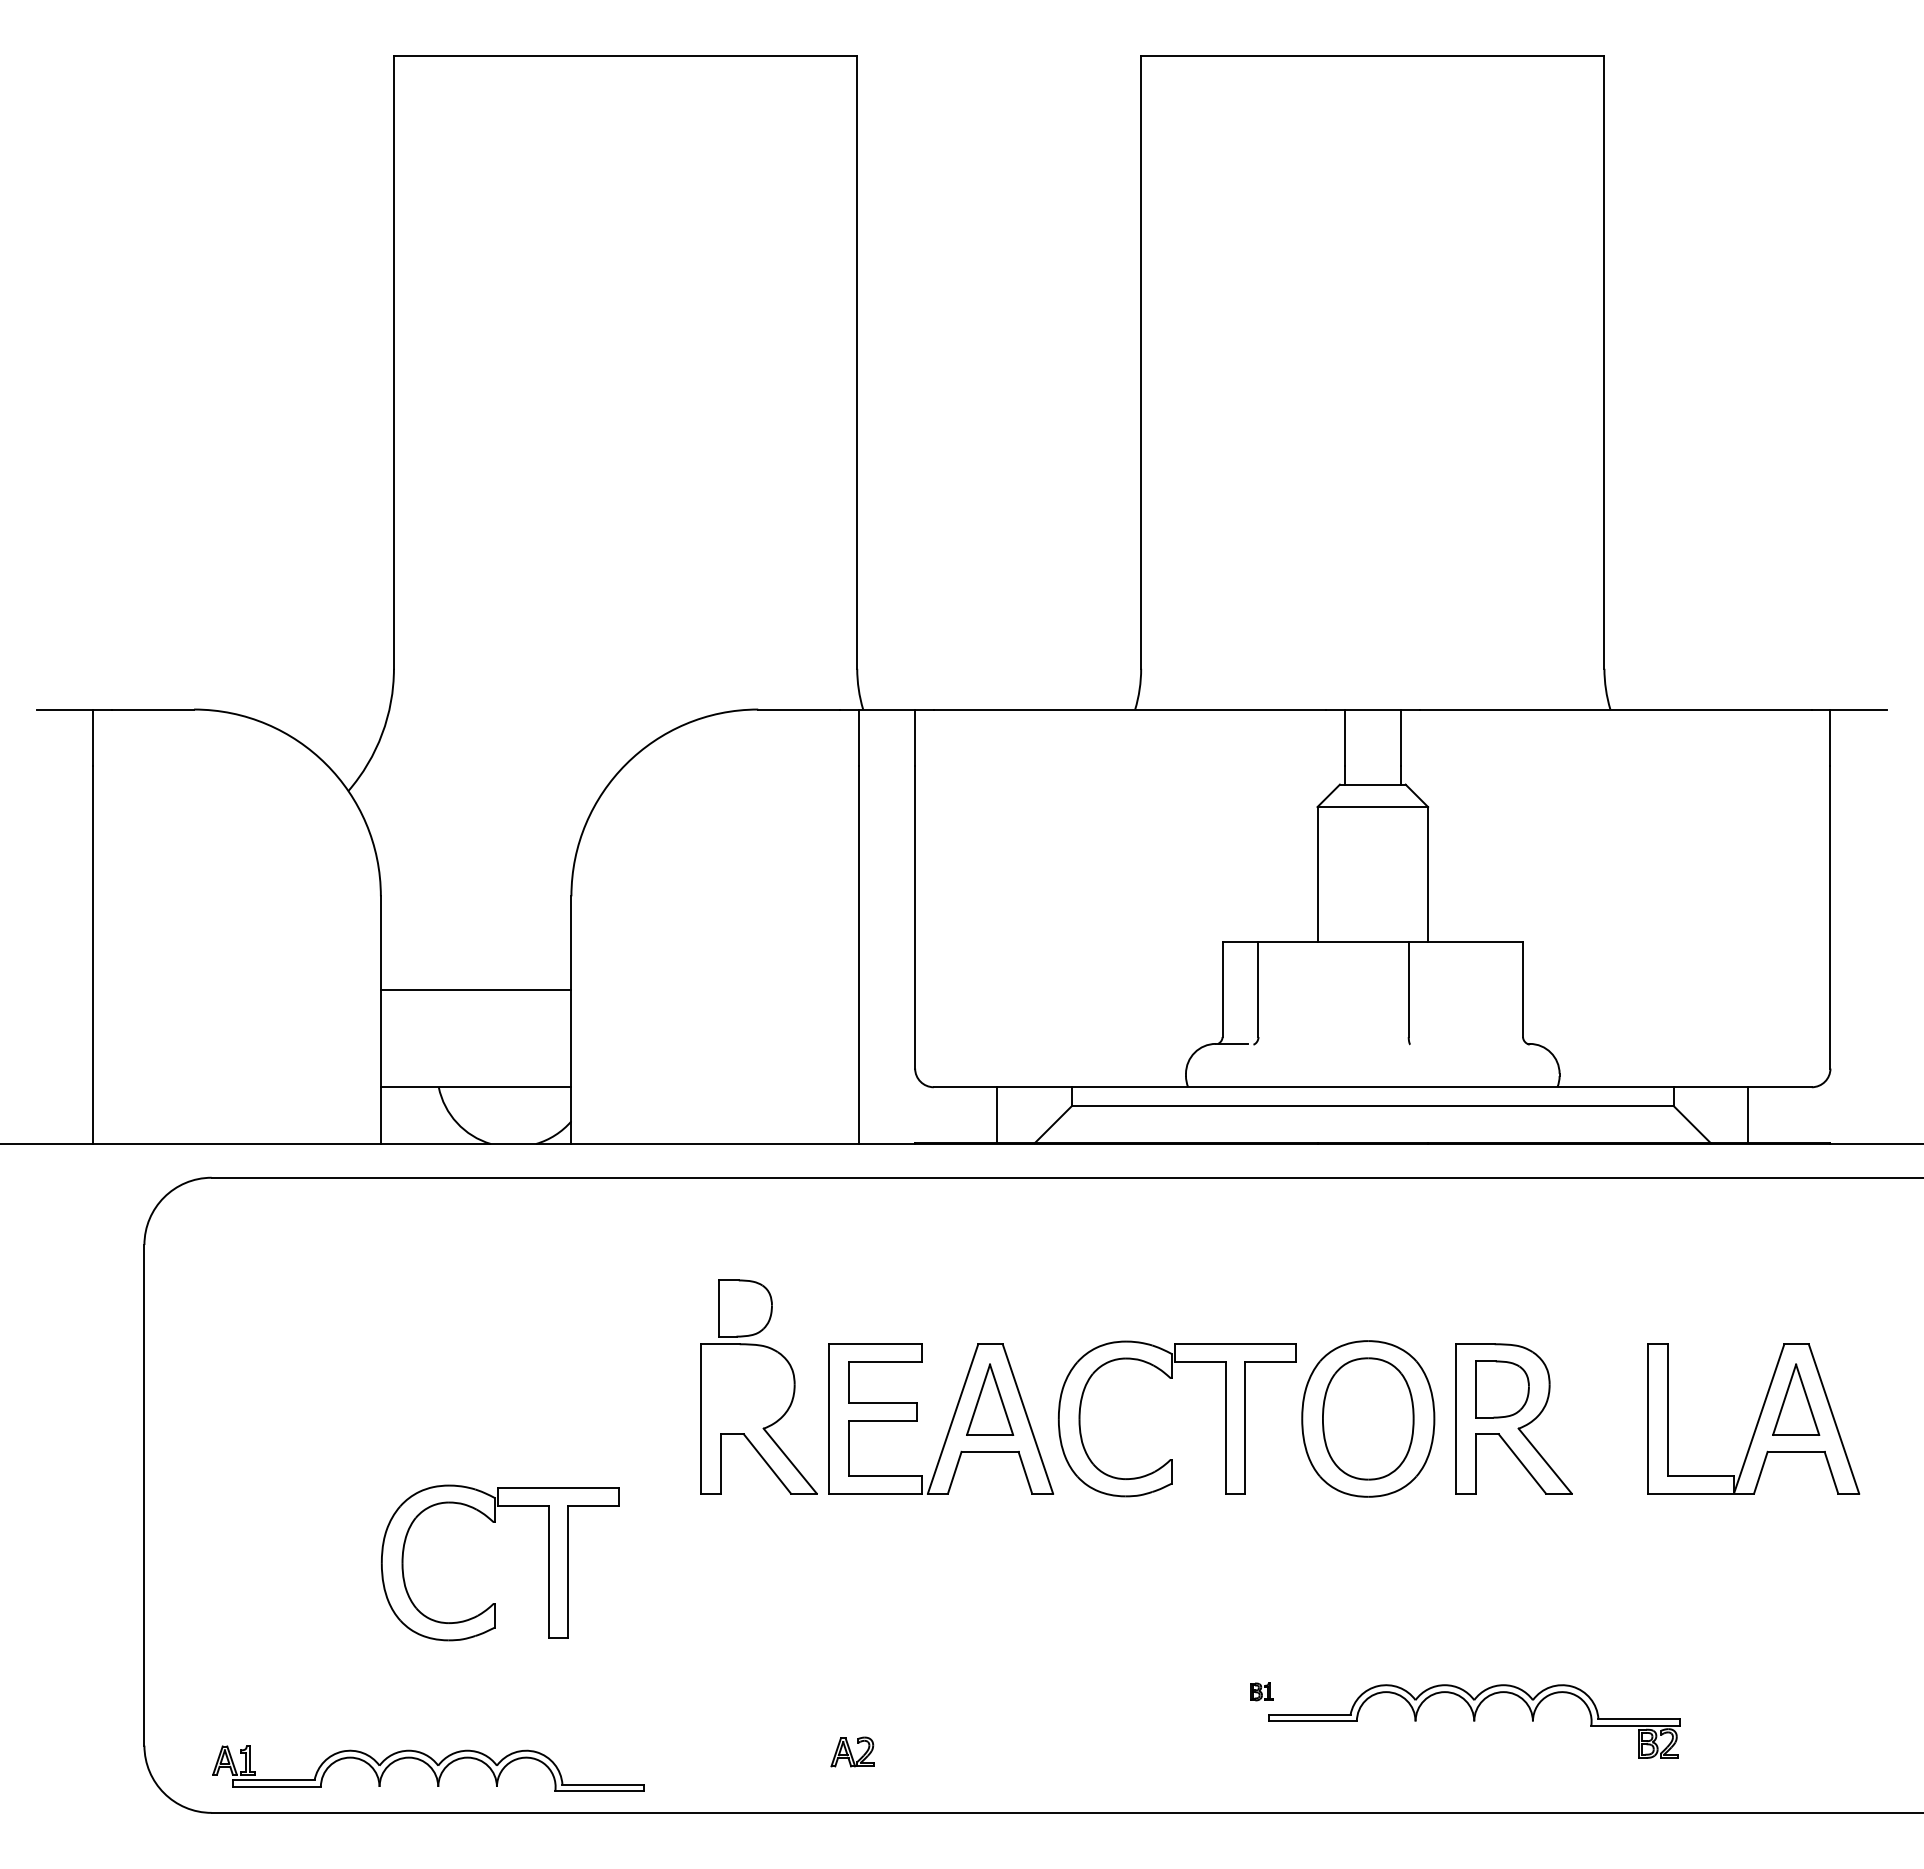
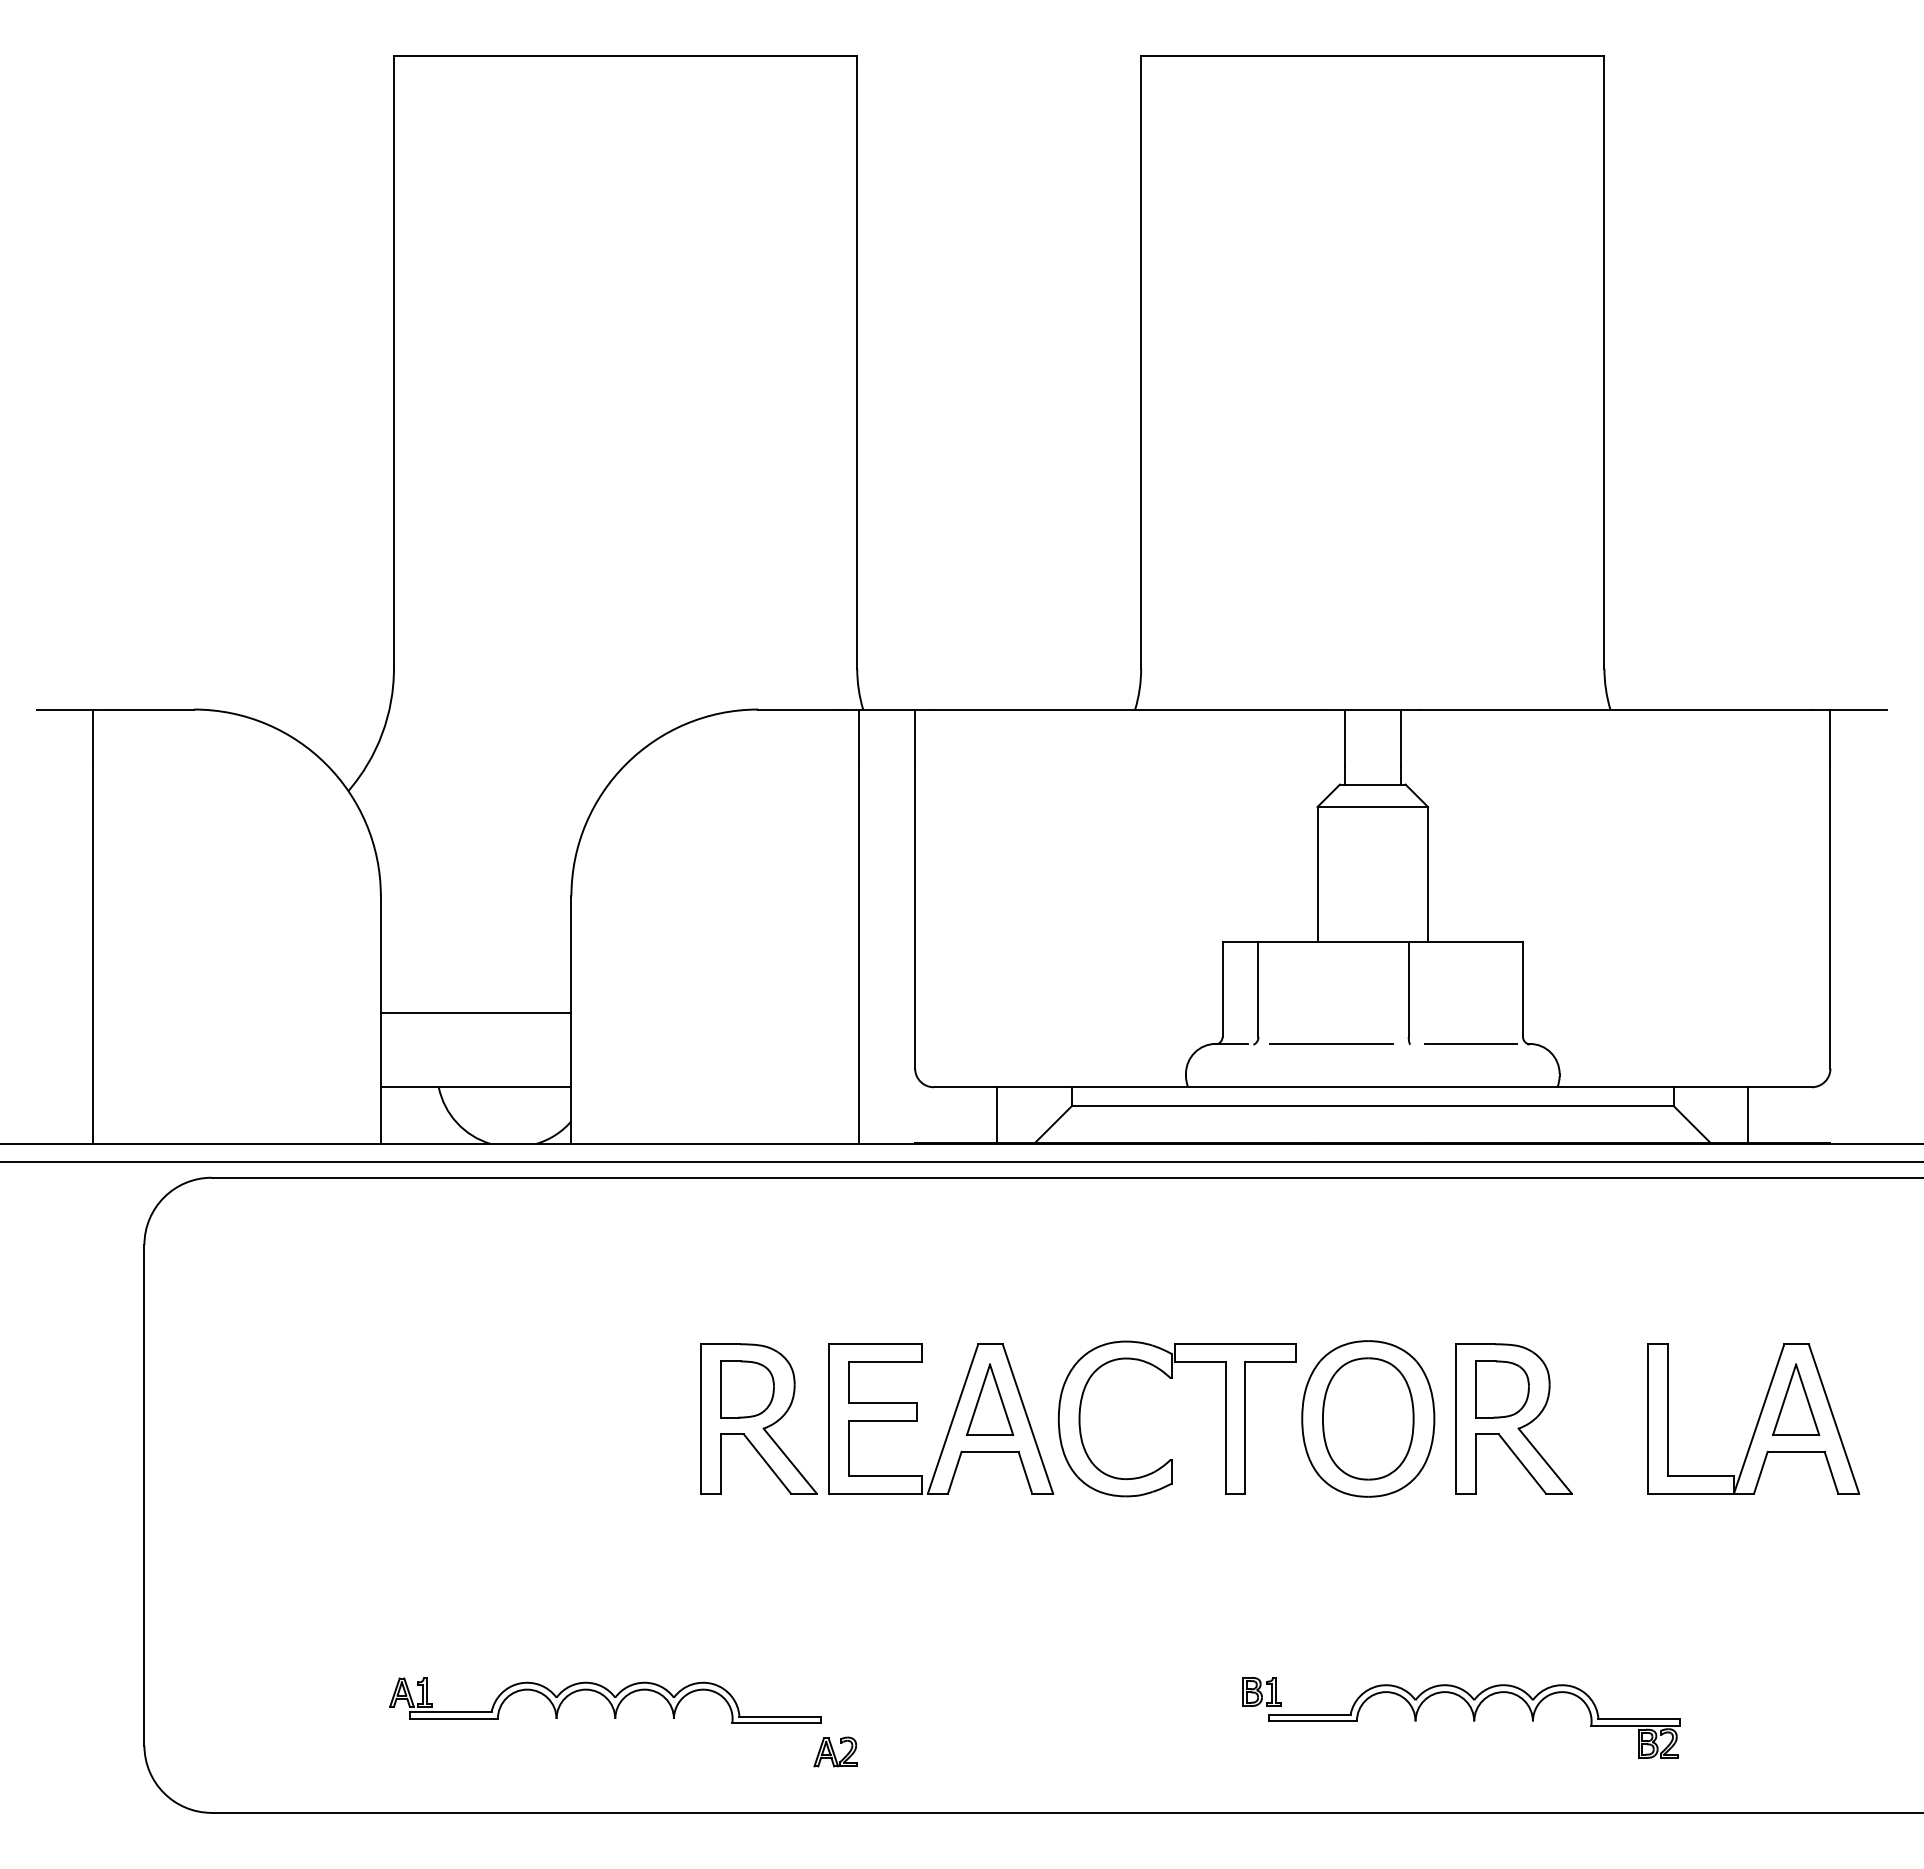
line at (475, 989) position: (475, 989) -> (475, 1012)
line at (1331, 1043): none -> present
line at (1470, 1043): none -> present
line at (961, 1161): none -> present
part at (745, 1308) position: (745, 1308) -> (747, 1389)
part at (495, 1522): present -> none
part at (1261, 1691) size: 24x20 px -> 40x30 px
part at (852, 1751) position: (852, 1751) -> (835, 1751)
part at (428, 1768) position: (428, 1768) -> (605, 1700)
